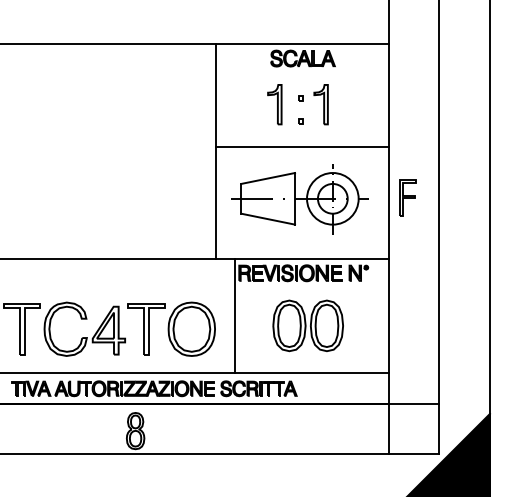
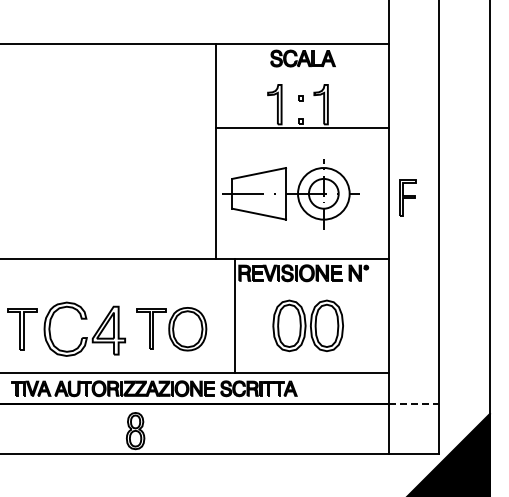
line at (302, 146) position: (302, 146) -> (302, 127)
part at (299, 199) position: (299, 199) -> (290, 194)
part at (171, 328) size: 89x56 px -> 72x45 px
part at (21, 329) size: 38x53 px -> 31x43 px
line at (414, 403): solid -> dashed
